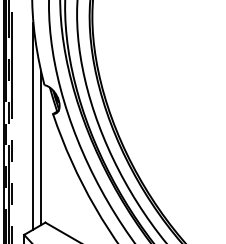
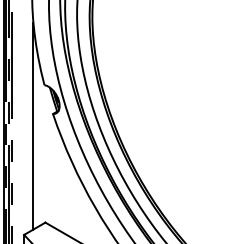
line at (41, 148): present -> none
